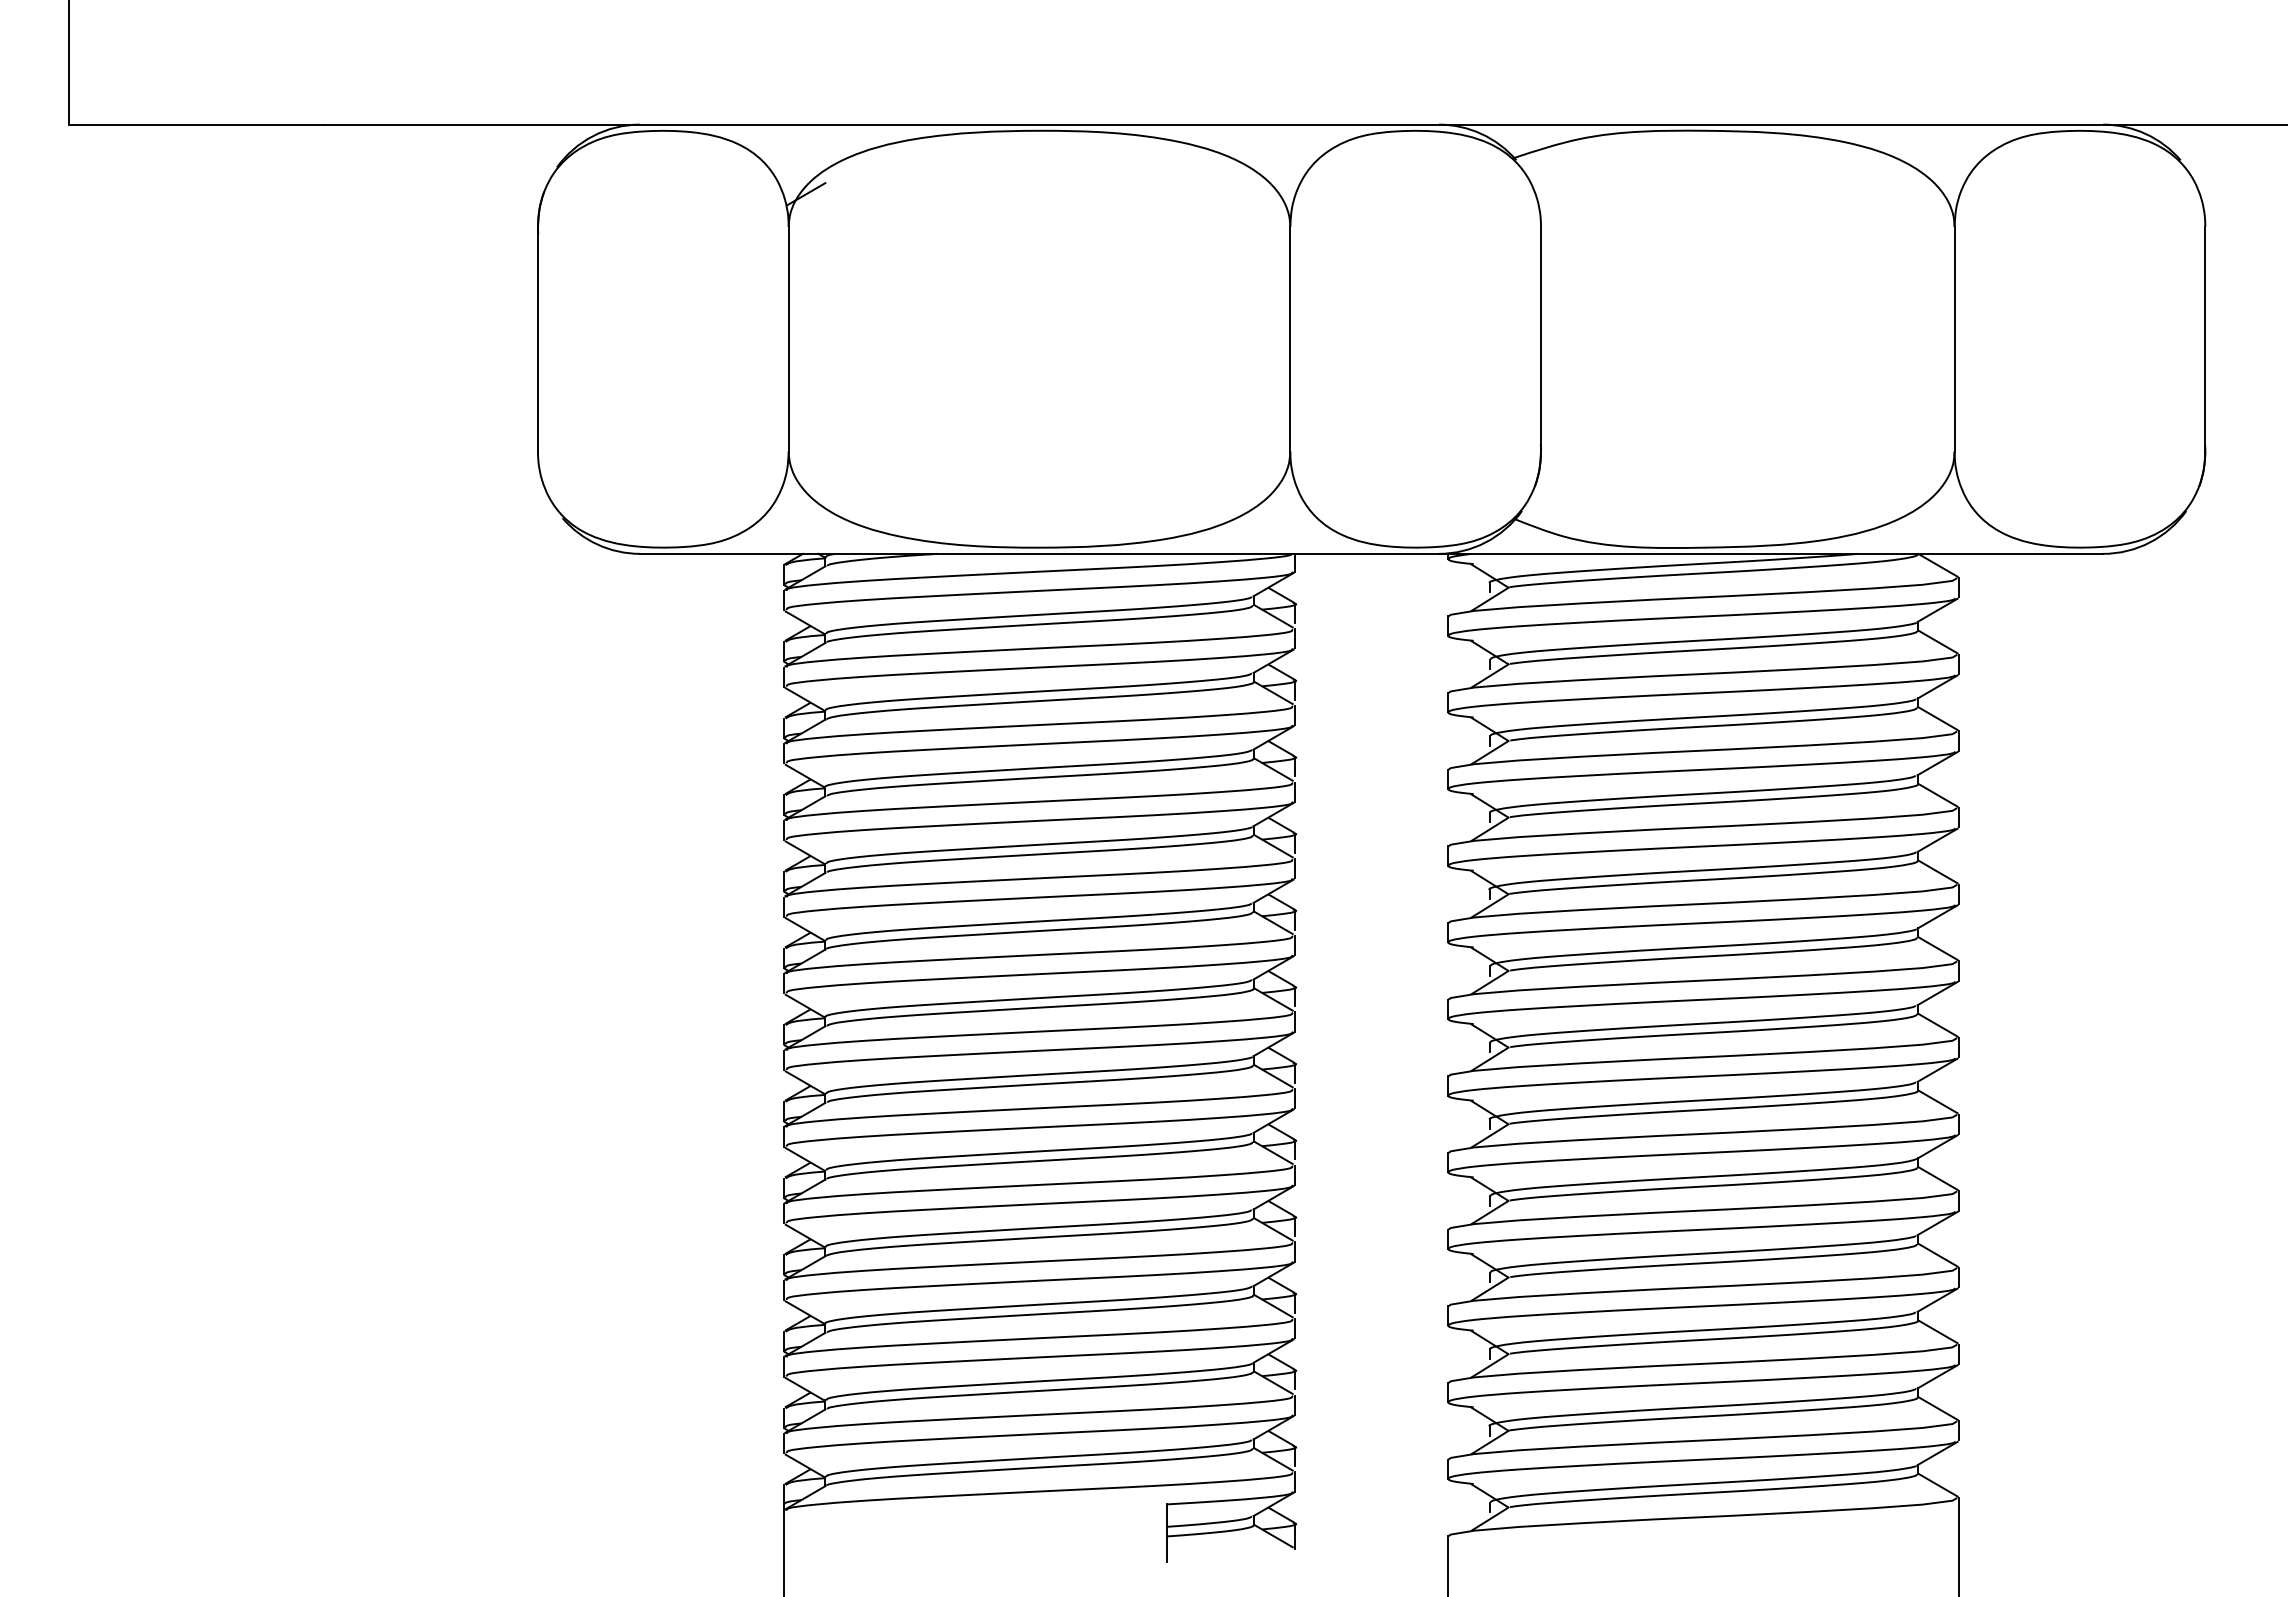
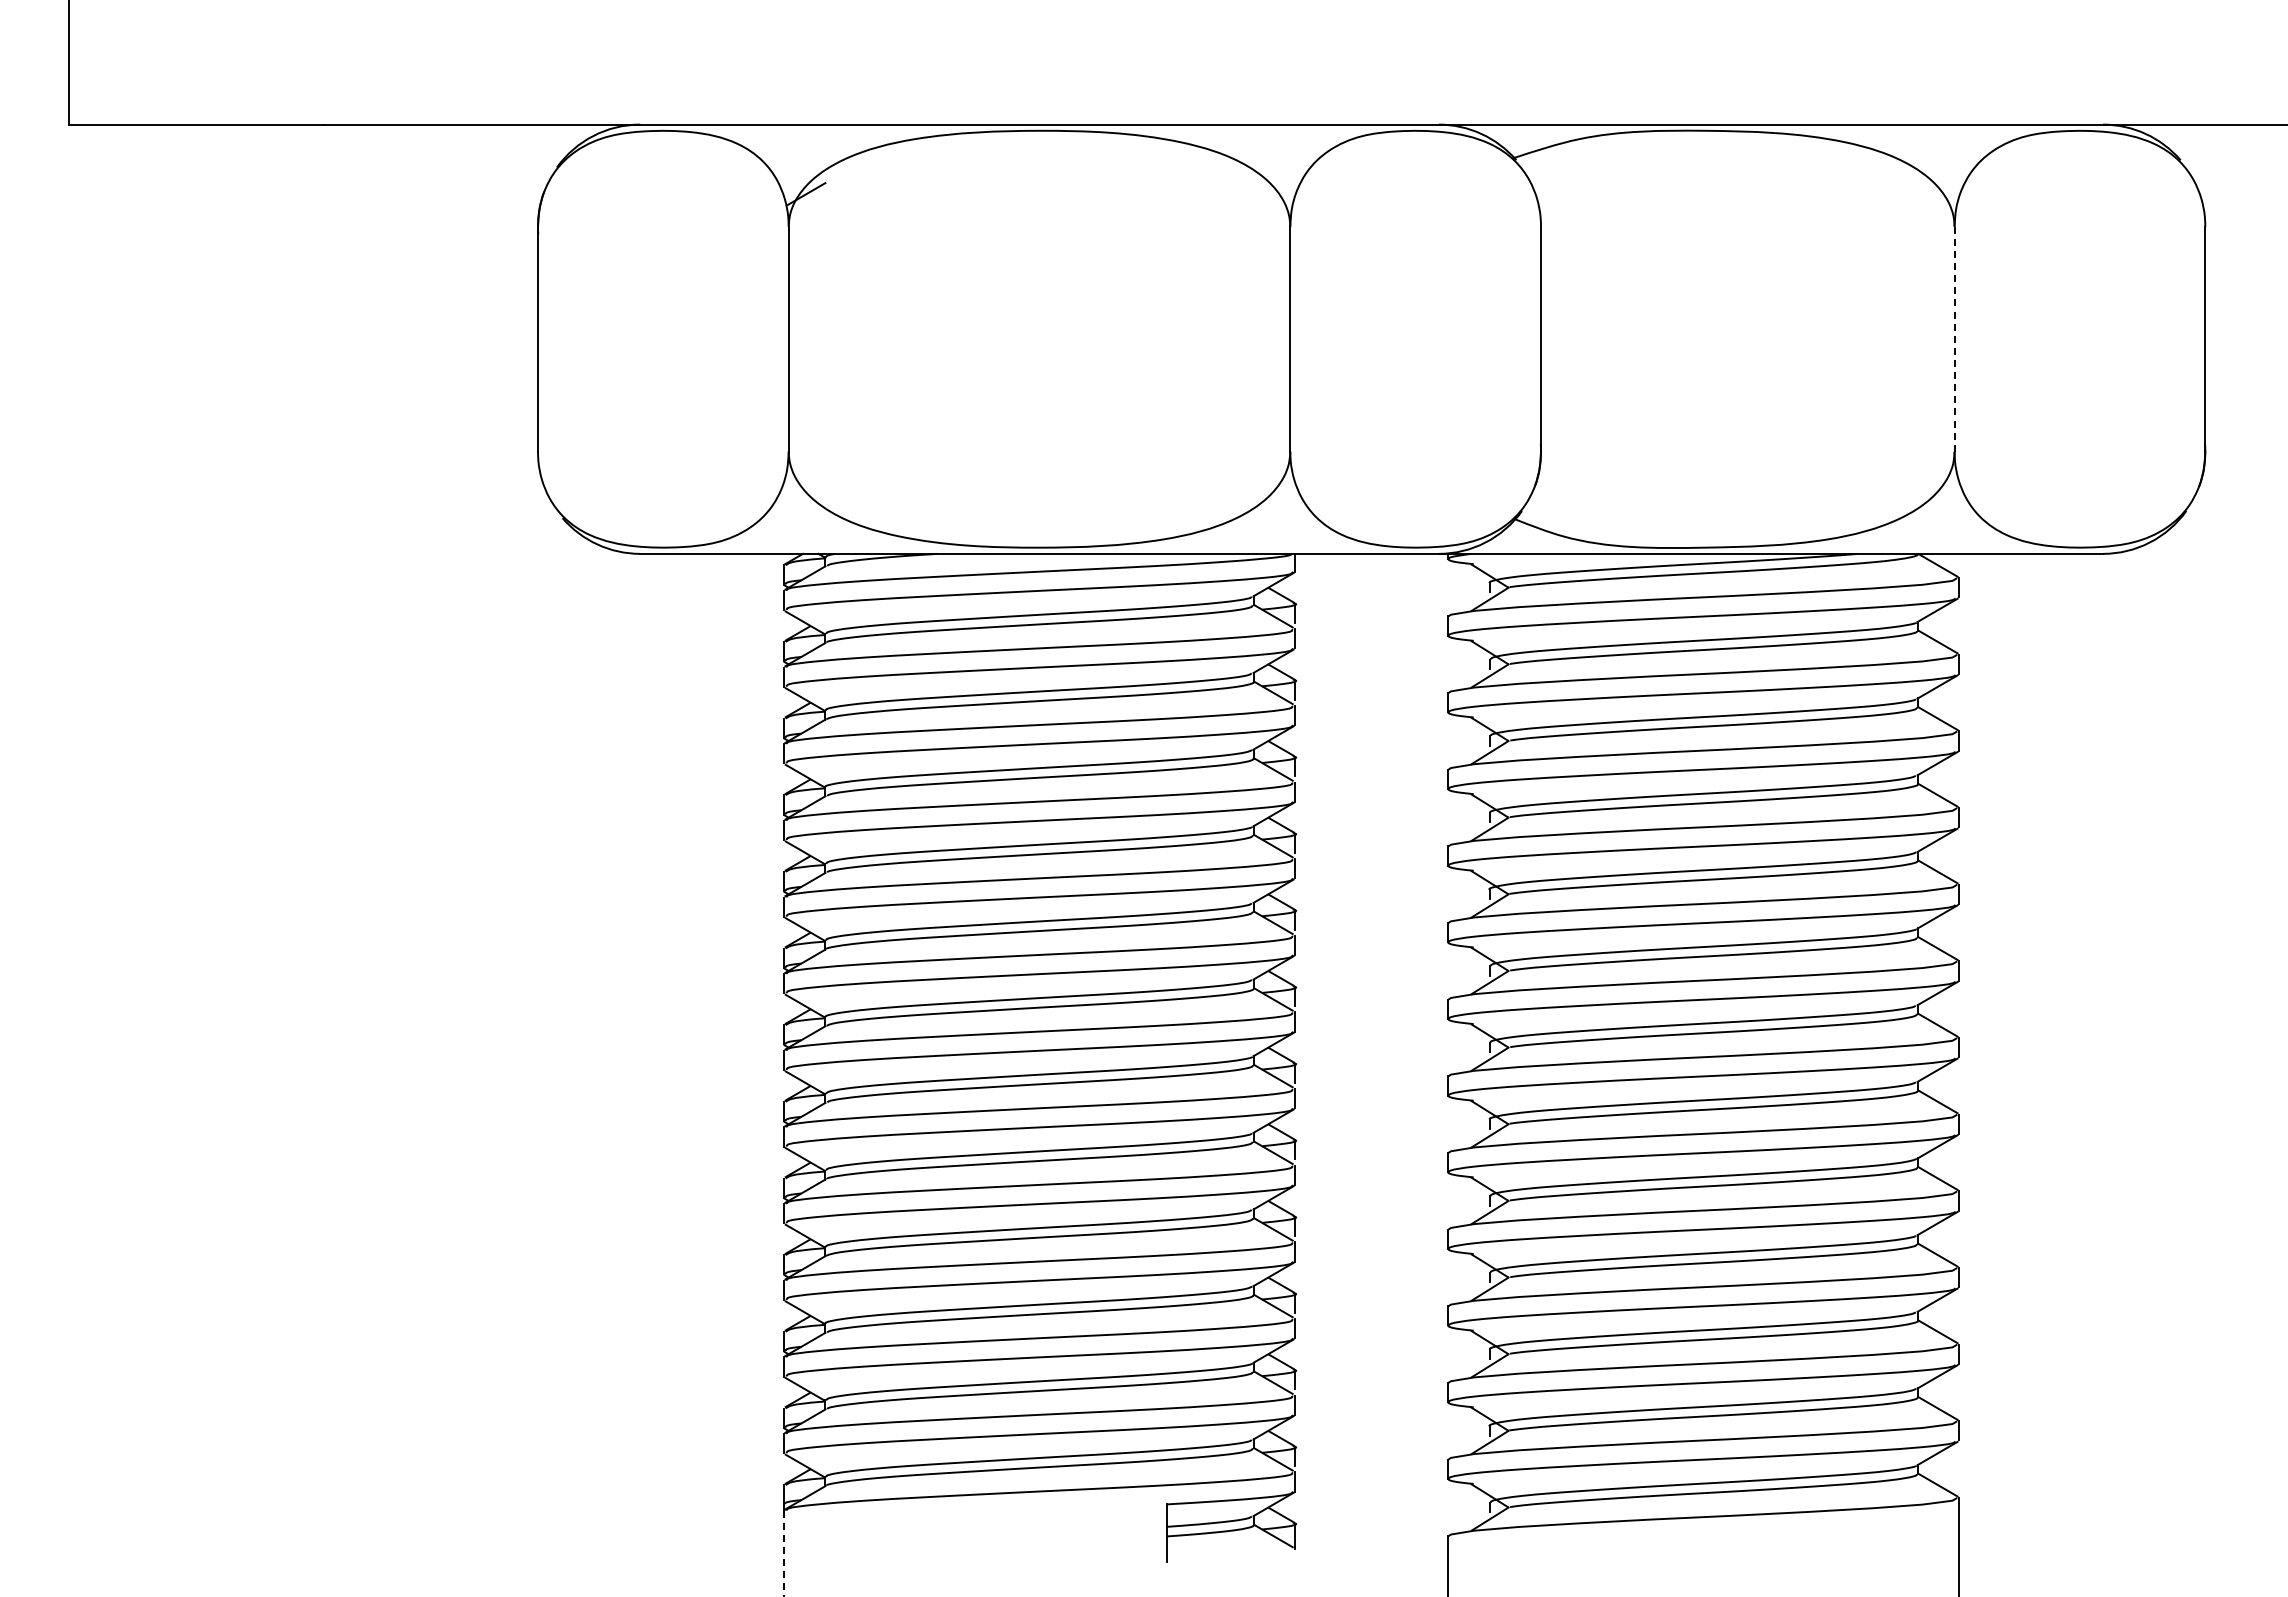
line at (1954, 339): solid -> dashed
line at (784, 1553): solid -> dashed
